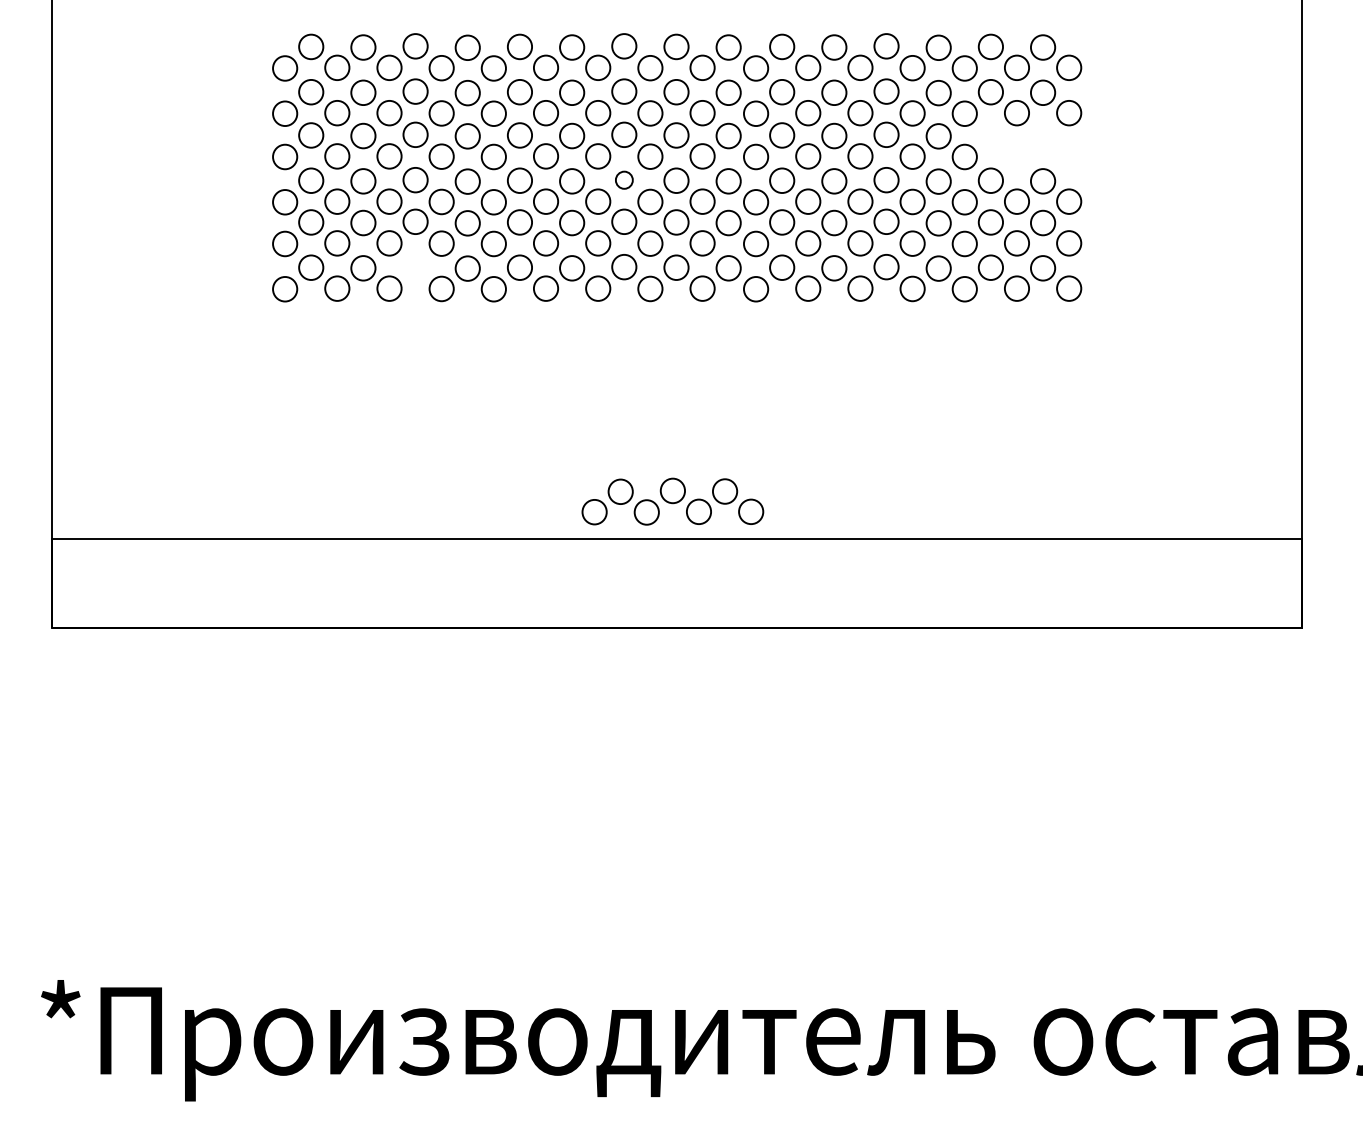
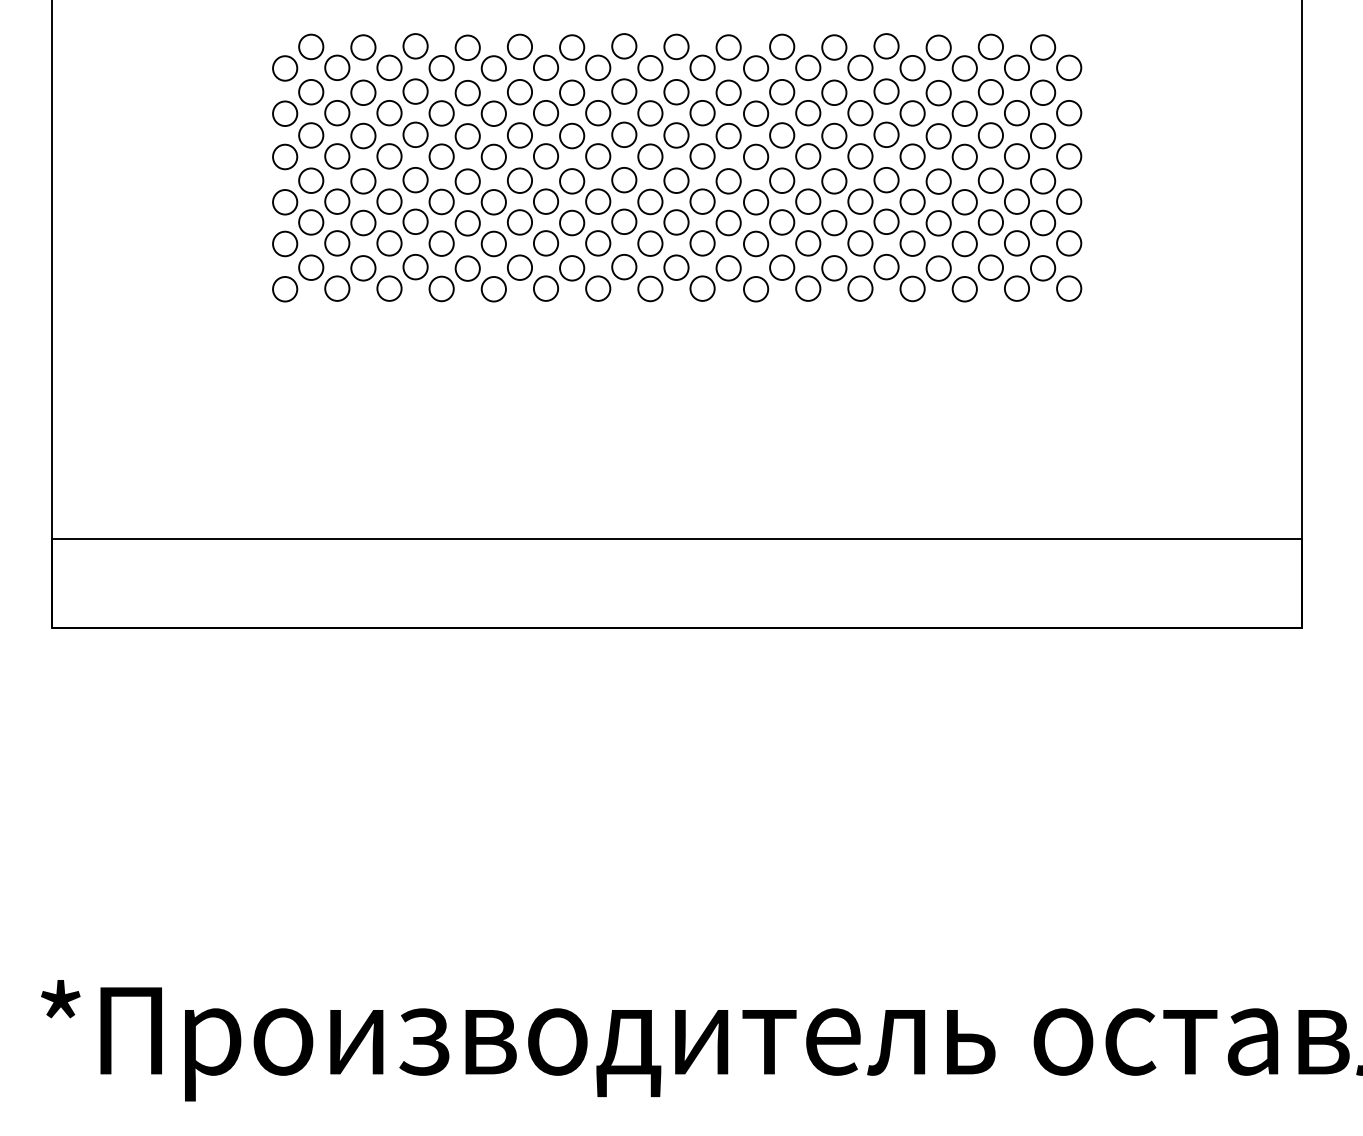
part at (1029, 145): none -> present
part at (624, 179) size: 19x20 px -> 27x27 px
part at (415, 267): none -> present
part at (672, 501): present -> none
